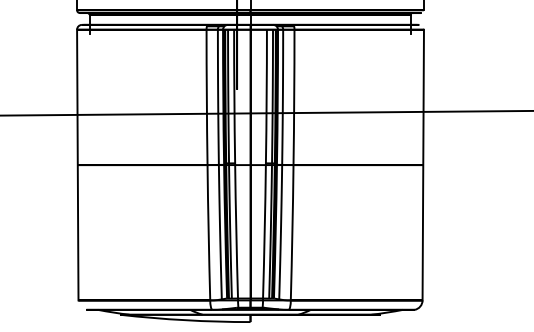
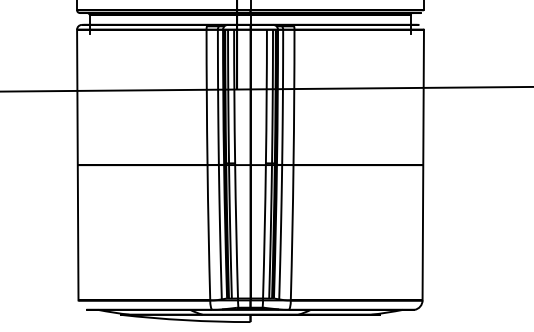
line at (266, 112) position: (266, 112) -> (266, 88)
